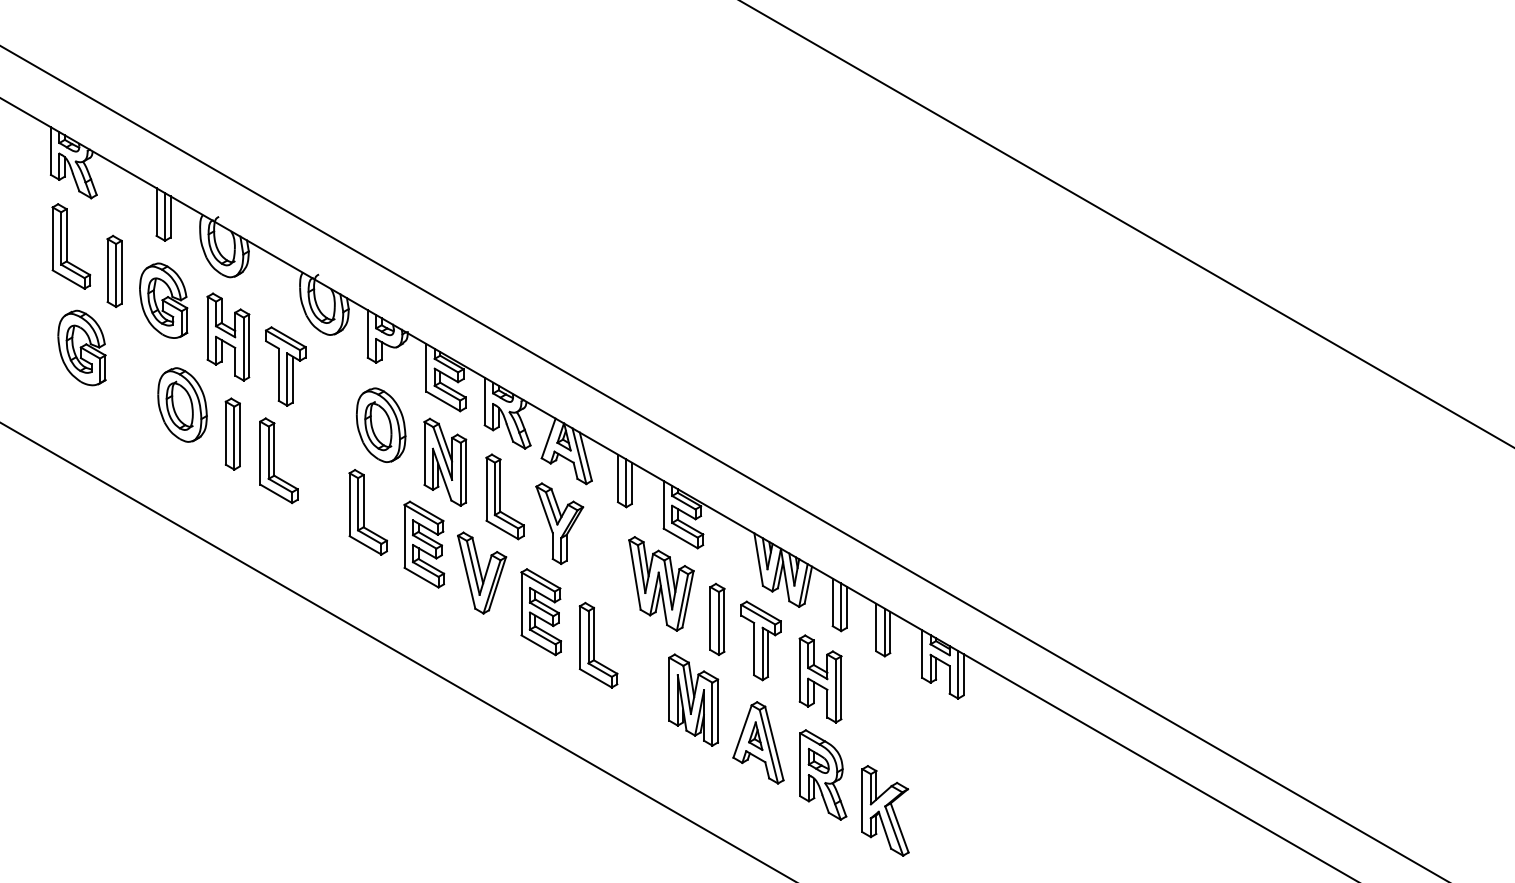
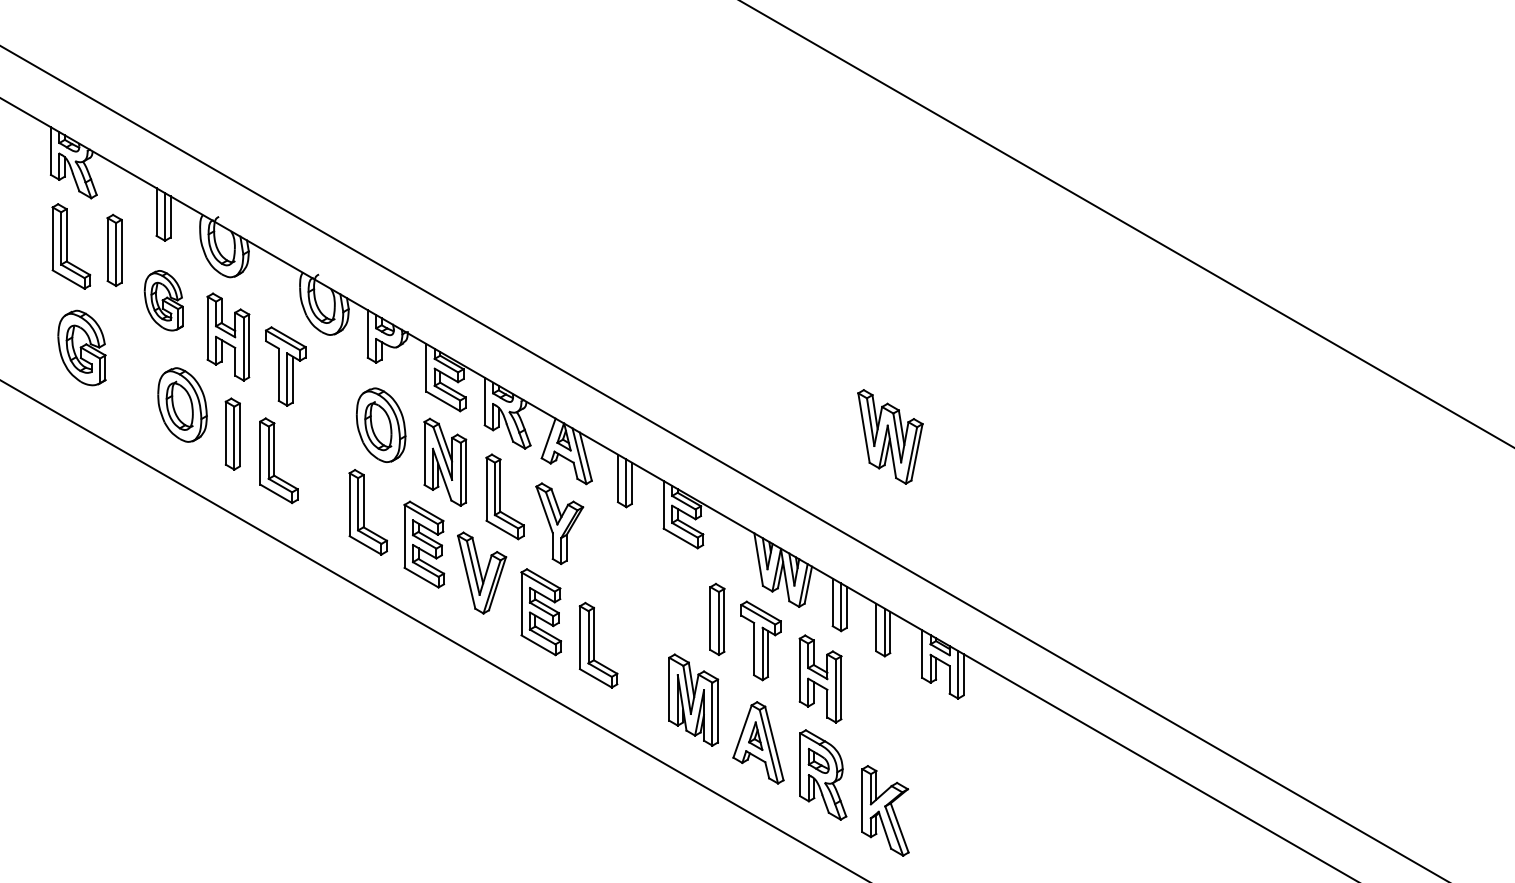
part at (114, 270) position: (114, 270) -> (114, 249)
part at (163, 300) size: 50x77 px -> 41x62 px
part at (661, 583) position: (661, 583) -> (890, 436)
line at (397, 651) position: (397, 651) -> (433, 630)
